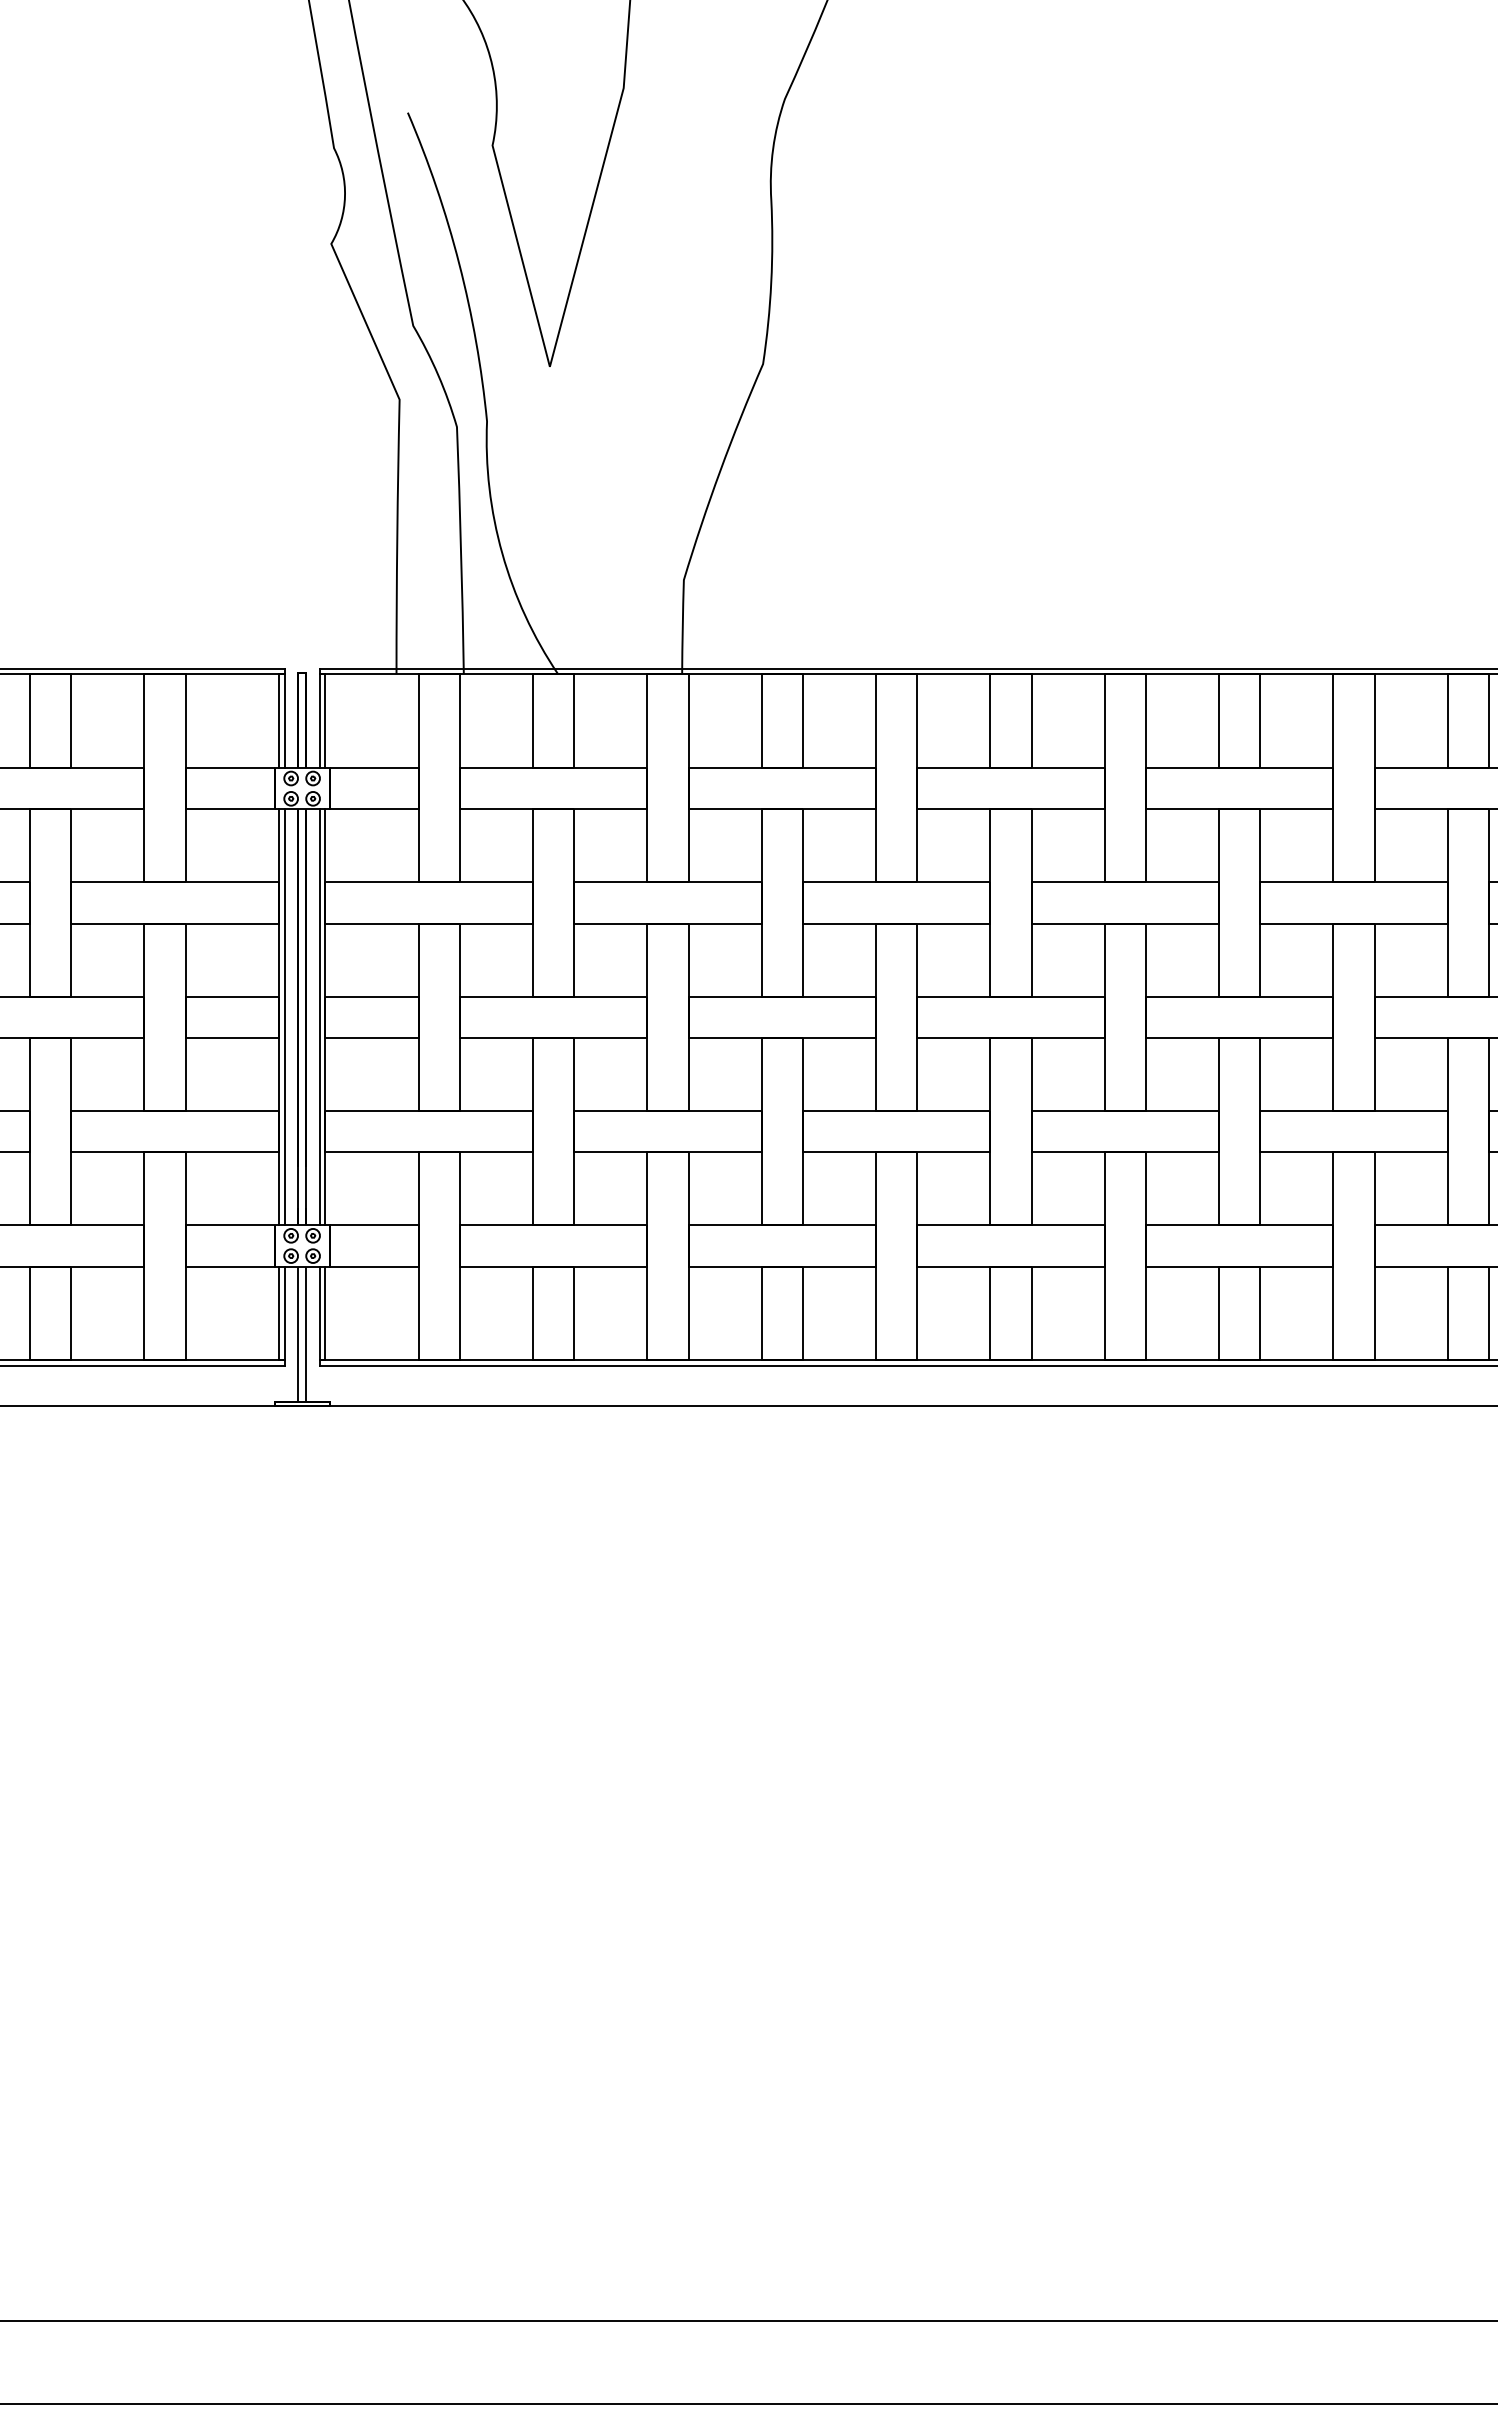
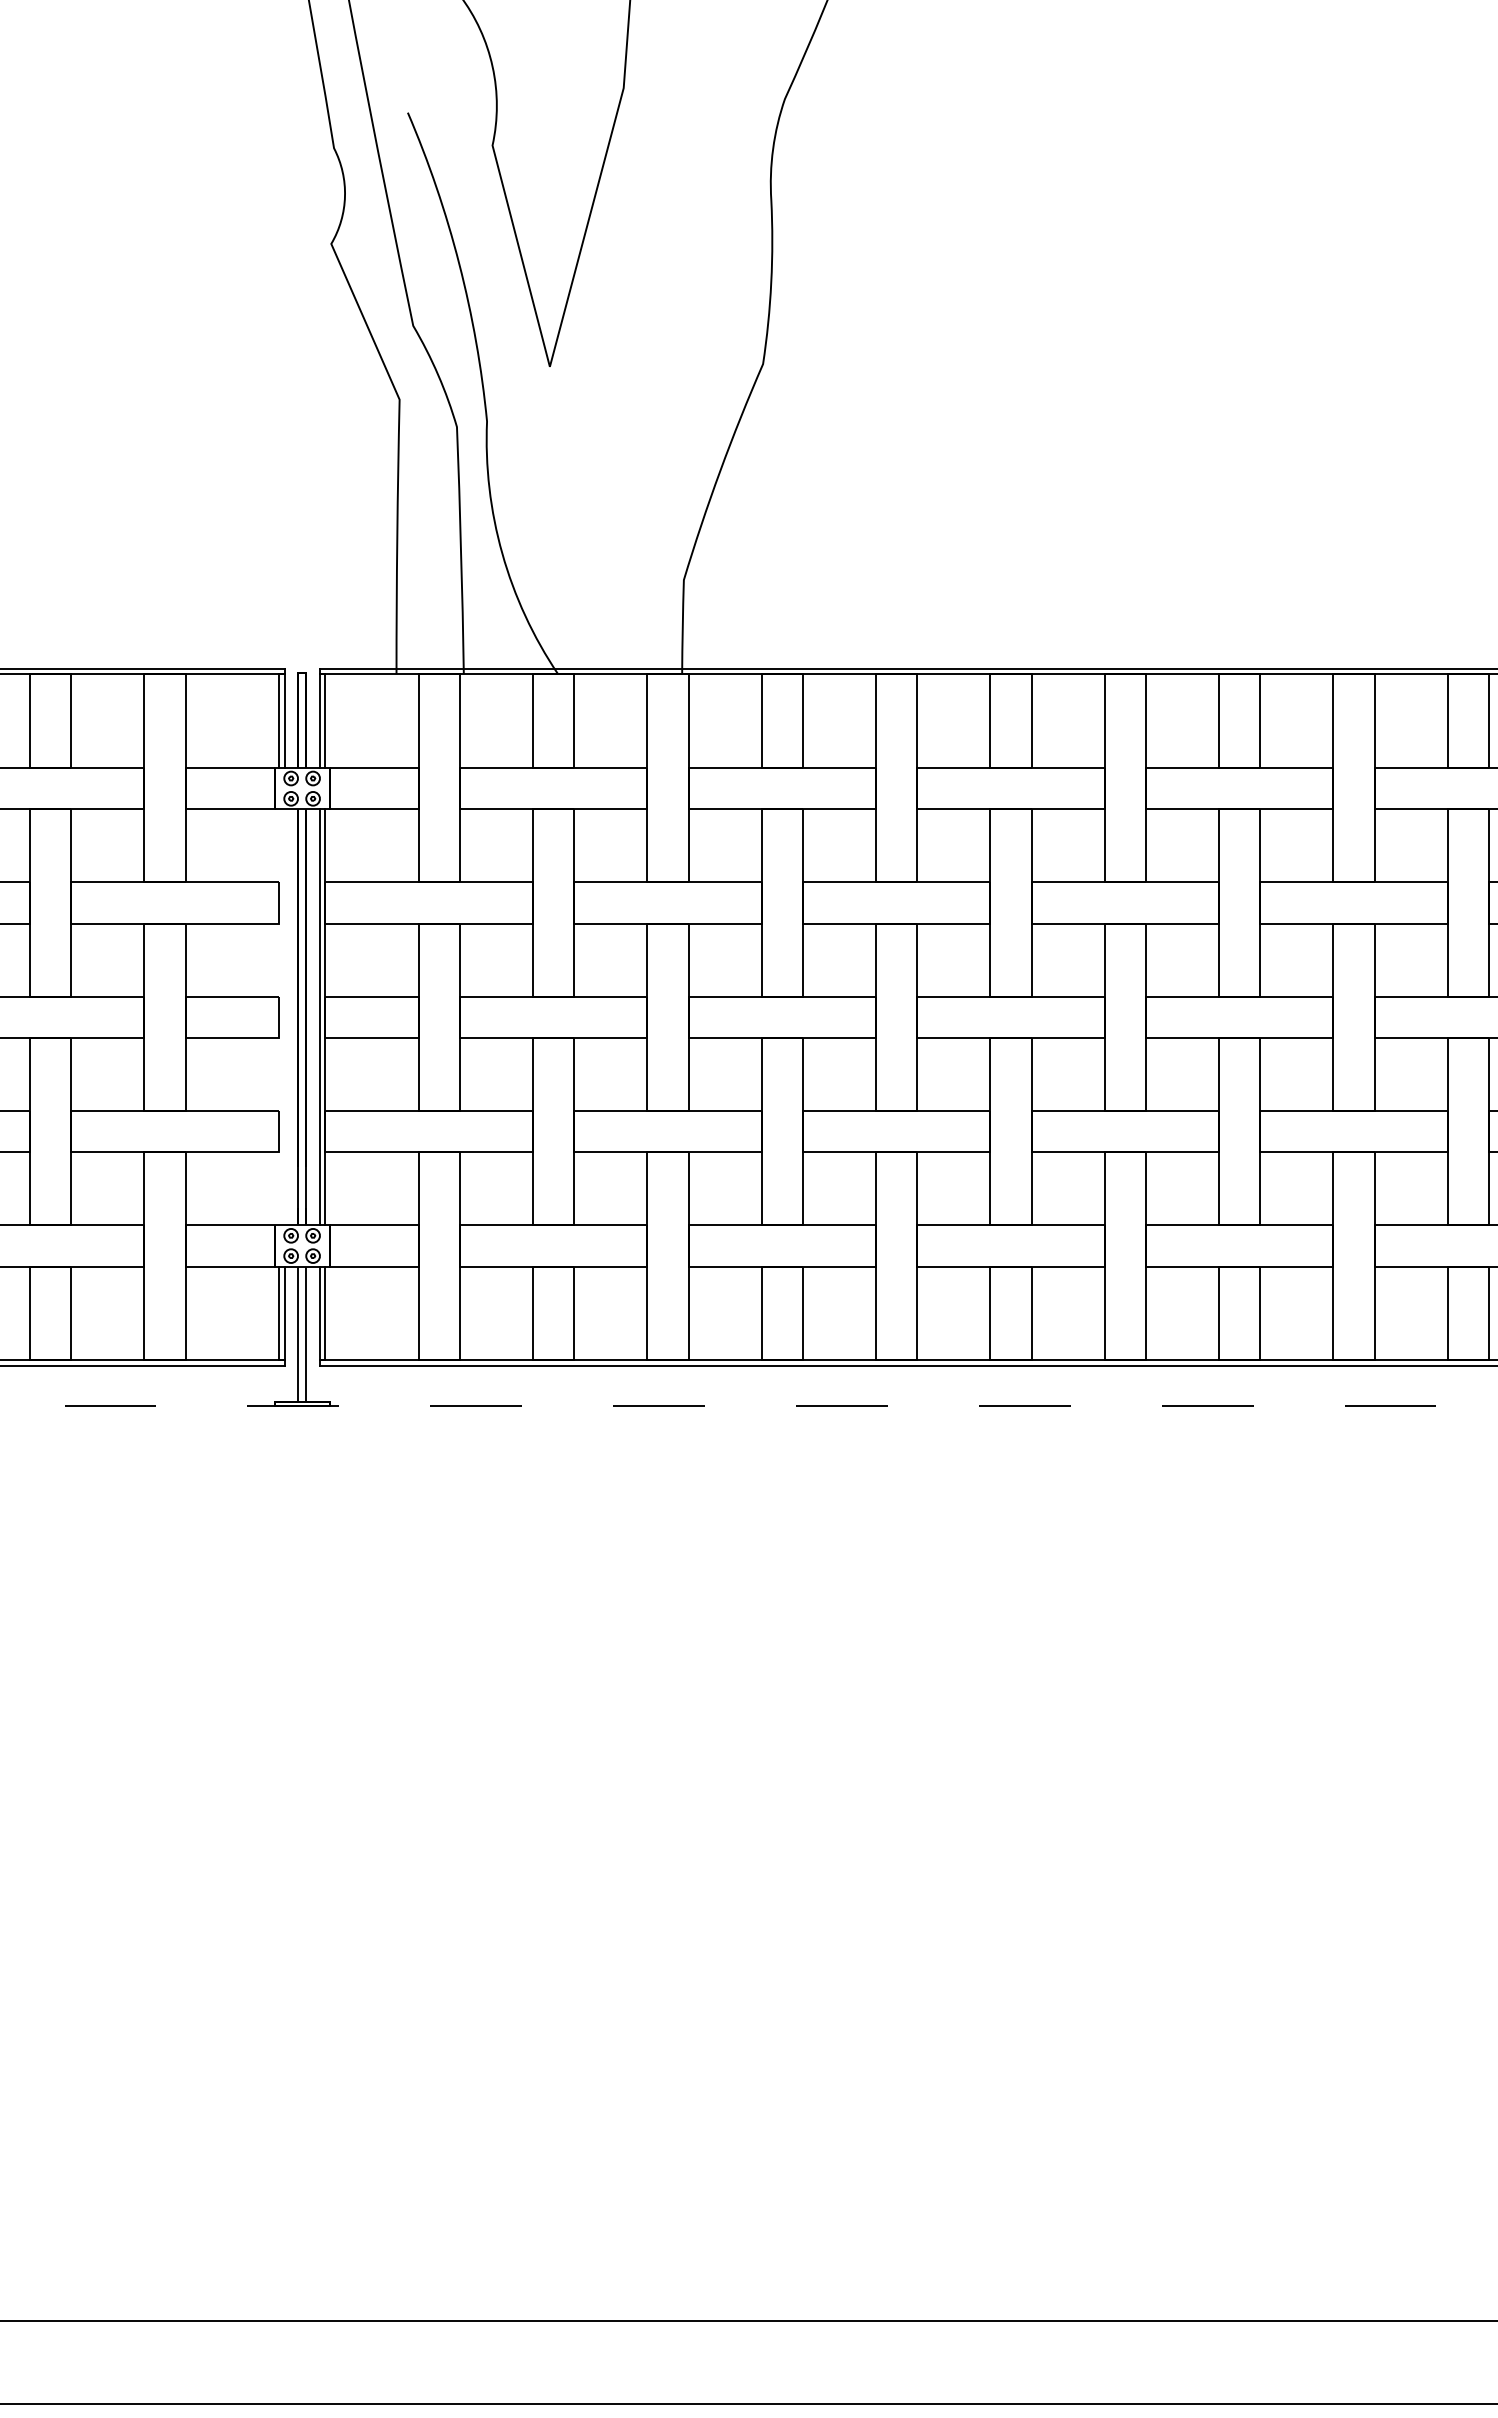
line at (279, 1017): present -> none
line at (284, 1017): present -> none
line at (748, 1406): solid -> dashed
